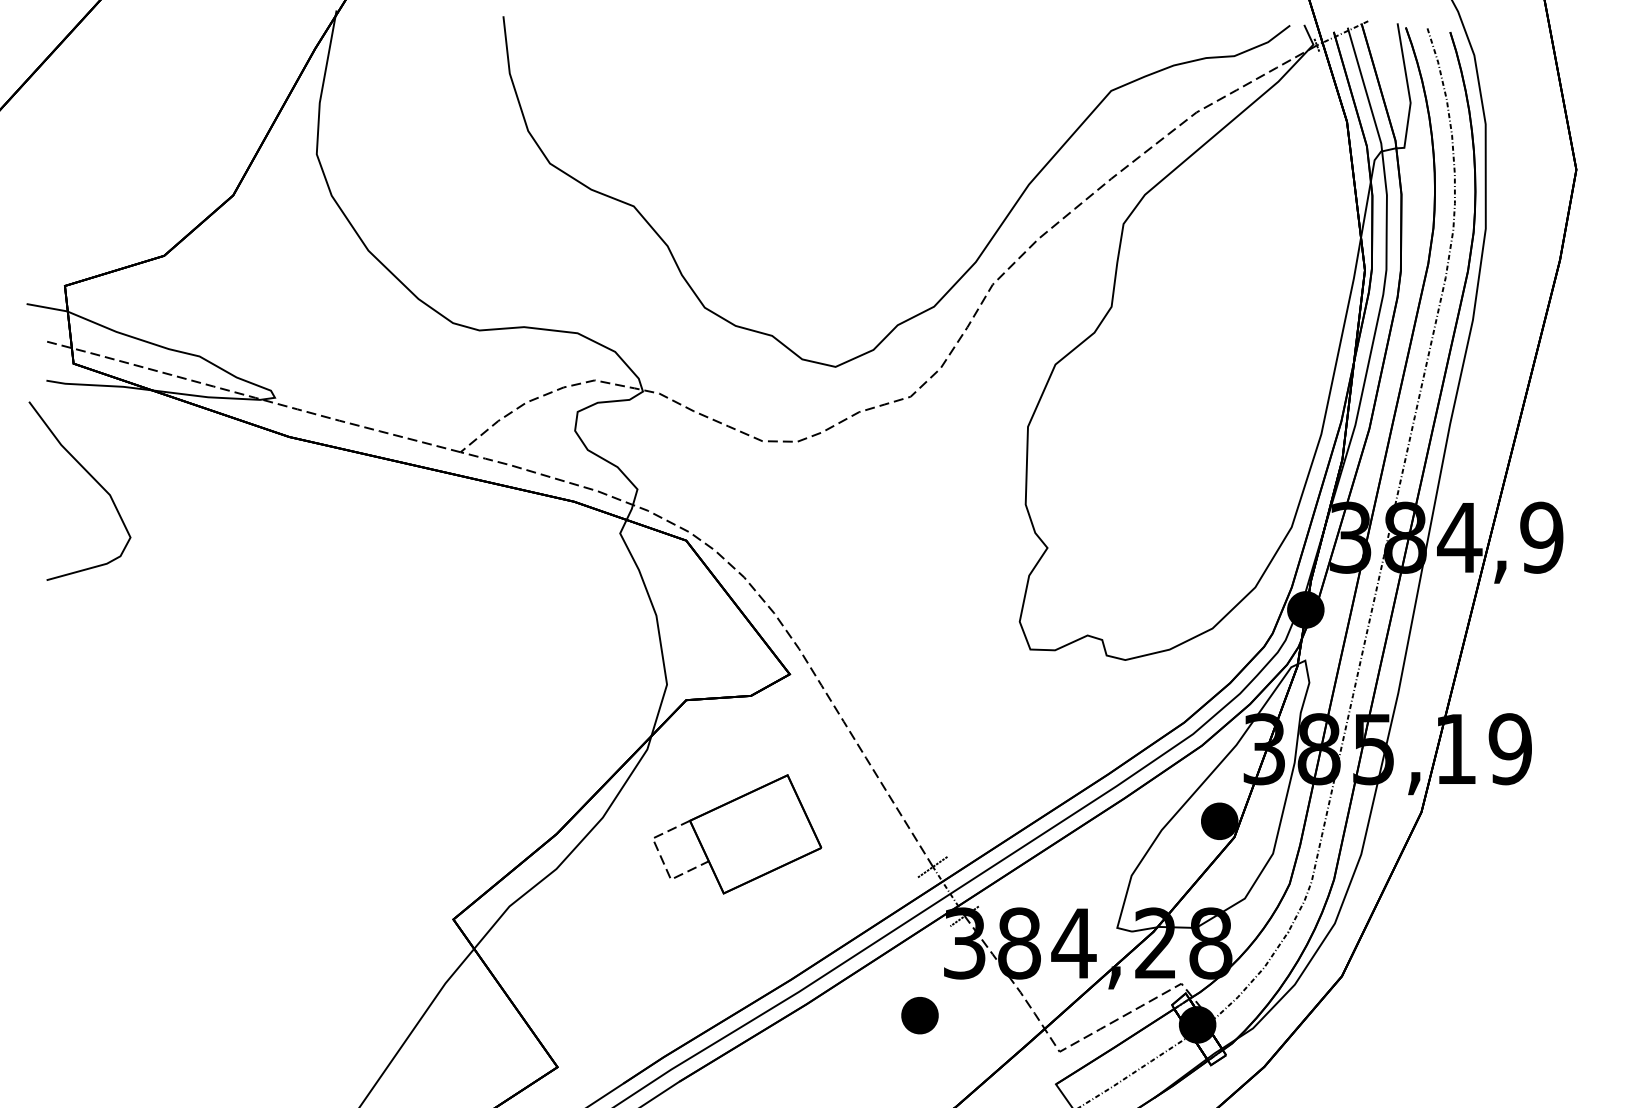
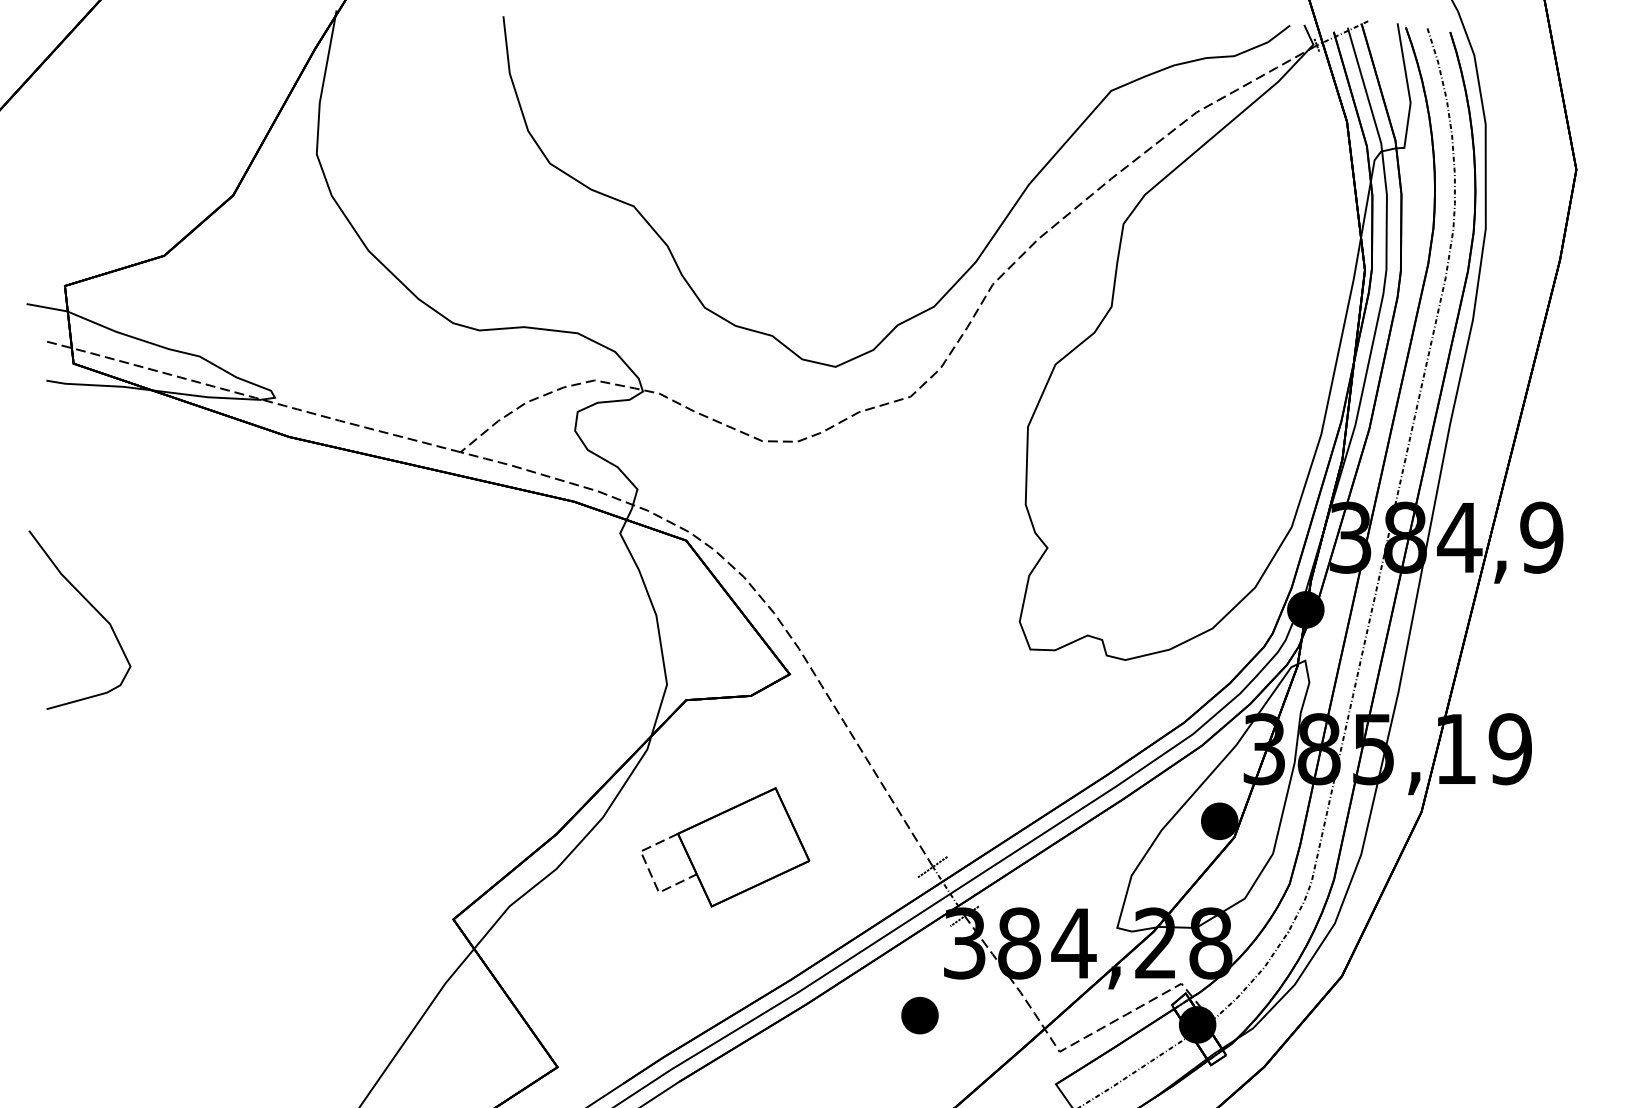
curve at (91, 477) position: (91, 477) -> (91, 606)
part at (737, 834) position: (737, 834) -> (725, 847)
